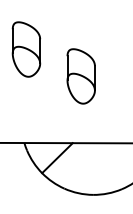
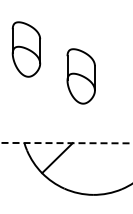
line at (66, 143): solid -> dashed
